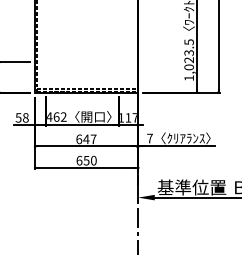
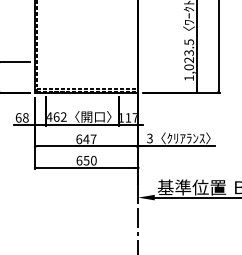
text at (18, 117): 58 -> 68
text at (149, 138): 7 -> 3
